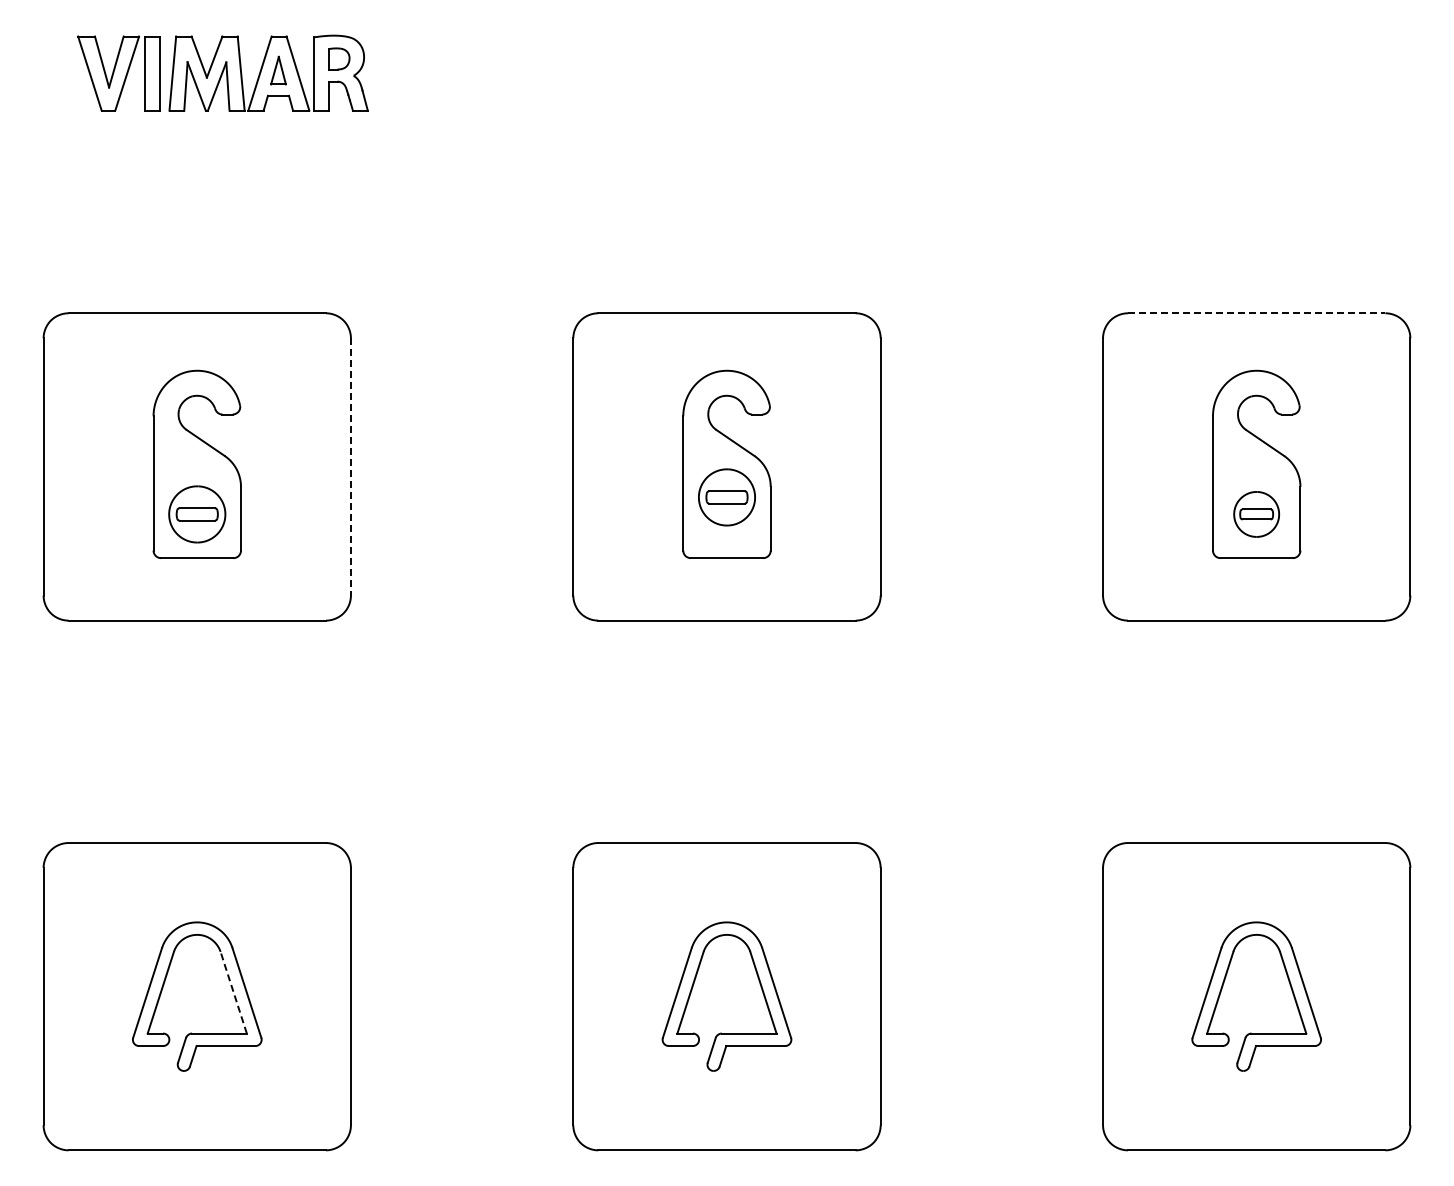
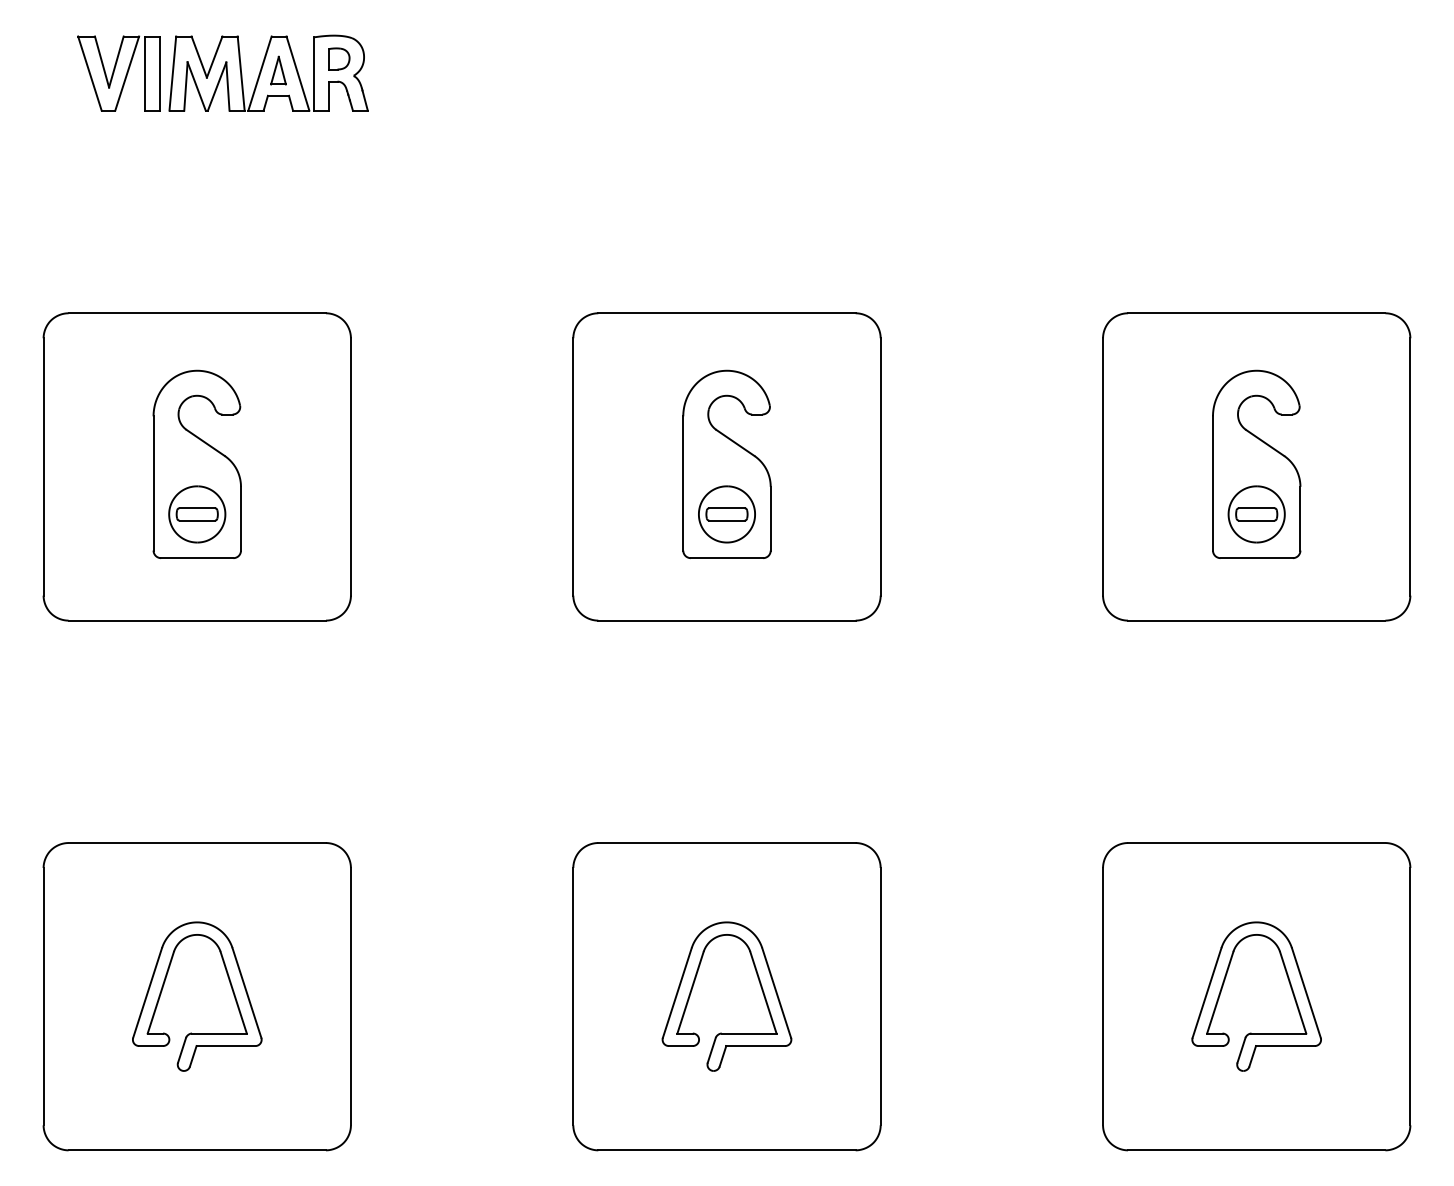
line at (1256, 313): dashed -> solid
line at (350, 466): dashed -> solid
part at (726, 497) position: (726, 497) -> (726, 514)
part at (1256, 514) size: 48x47 px -> 59x59 px
line at (233, 992): dashed -> solid
